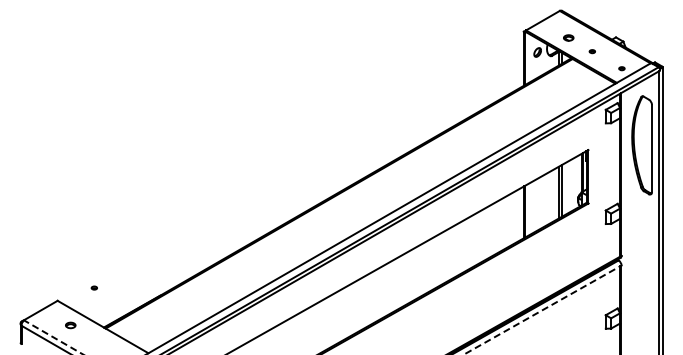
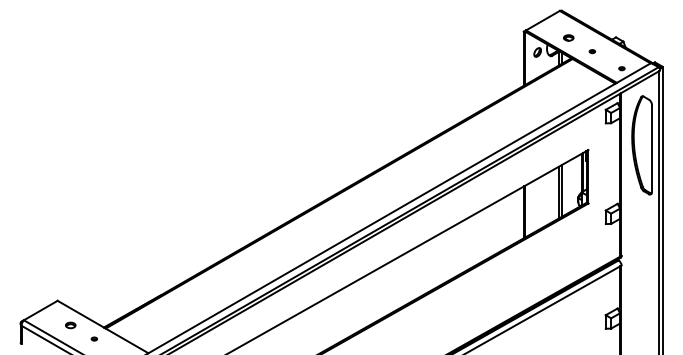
part at (93, 287) position: (93, 287) -> (93, 338)
line at (541, 310): dashed -> solid
line at (53, 337): dashed -> solid
